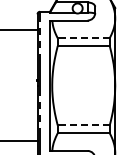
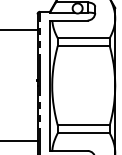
line at (83, 38): dashed -> solid
line at (83, 125): dashed -> solid
